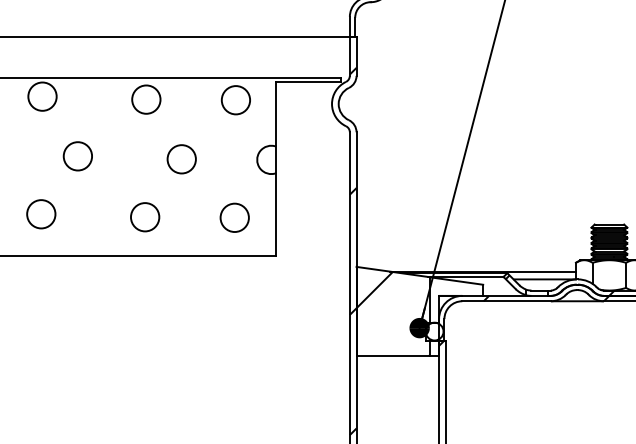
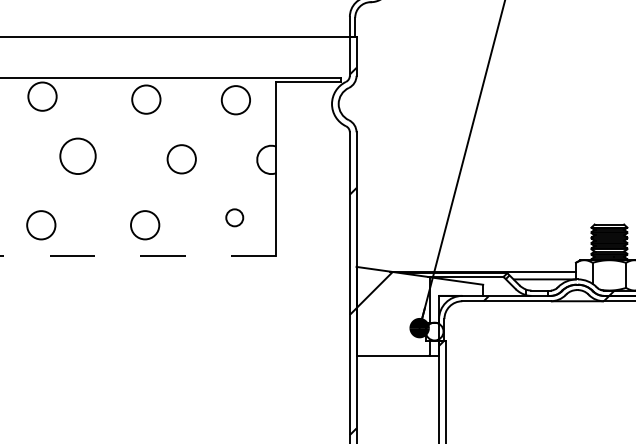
circle at (77, 156) size: 31x31 px -> 38x38 px
circle at (41, 214) position: (41, 214) -> (41, 225)
circle at (145, 217) position: (145, 217) -> (145, 225)
circle at (234, 217) diameter: 28 px -> 17 px
line at (138, 255): solid -> dashed
